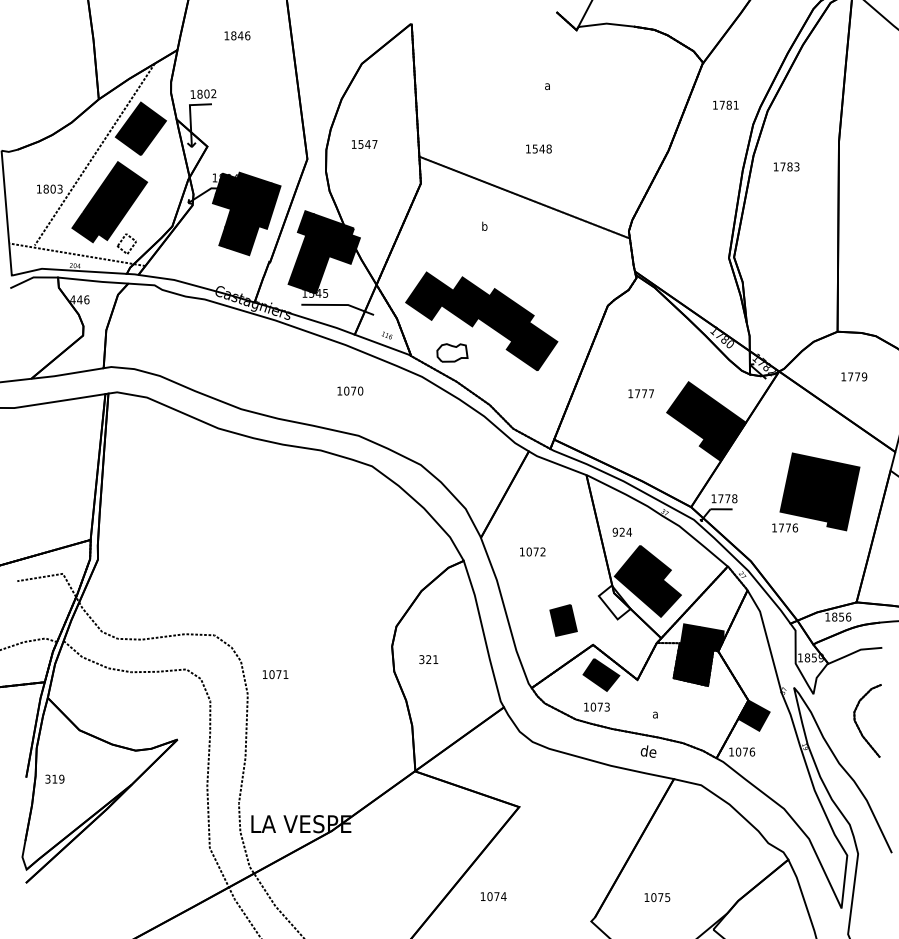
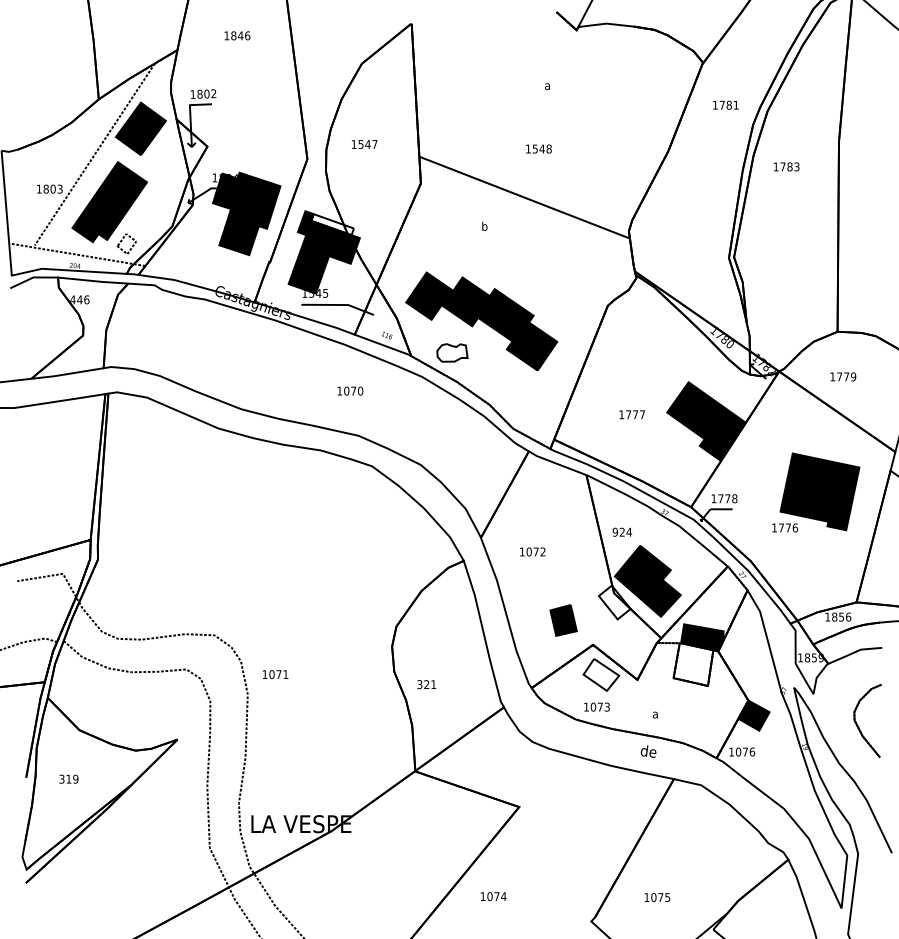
fill at (332, 224): present -> none
text at (854, 376) position: (854, 376) -> (843, 376)
text at (640, 393) position: (640, 393) -> (631, 414)
text at (428, 659) position: (428, 659) -> (426, 684)
fill at (693, 664): present -> none
fill at (601, 674): present -> none
text at (54, 778) position: (54, 778) -> (68, 778)
